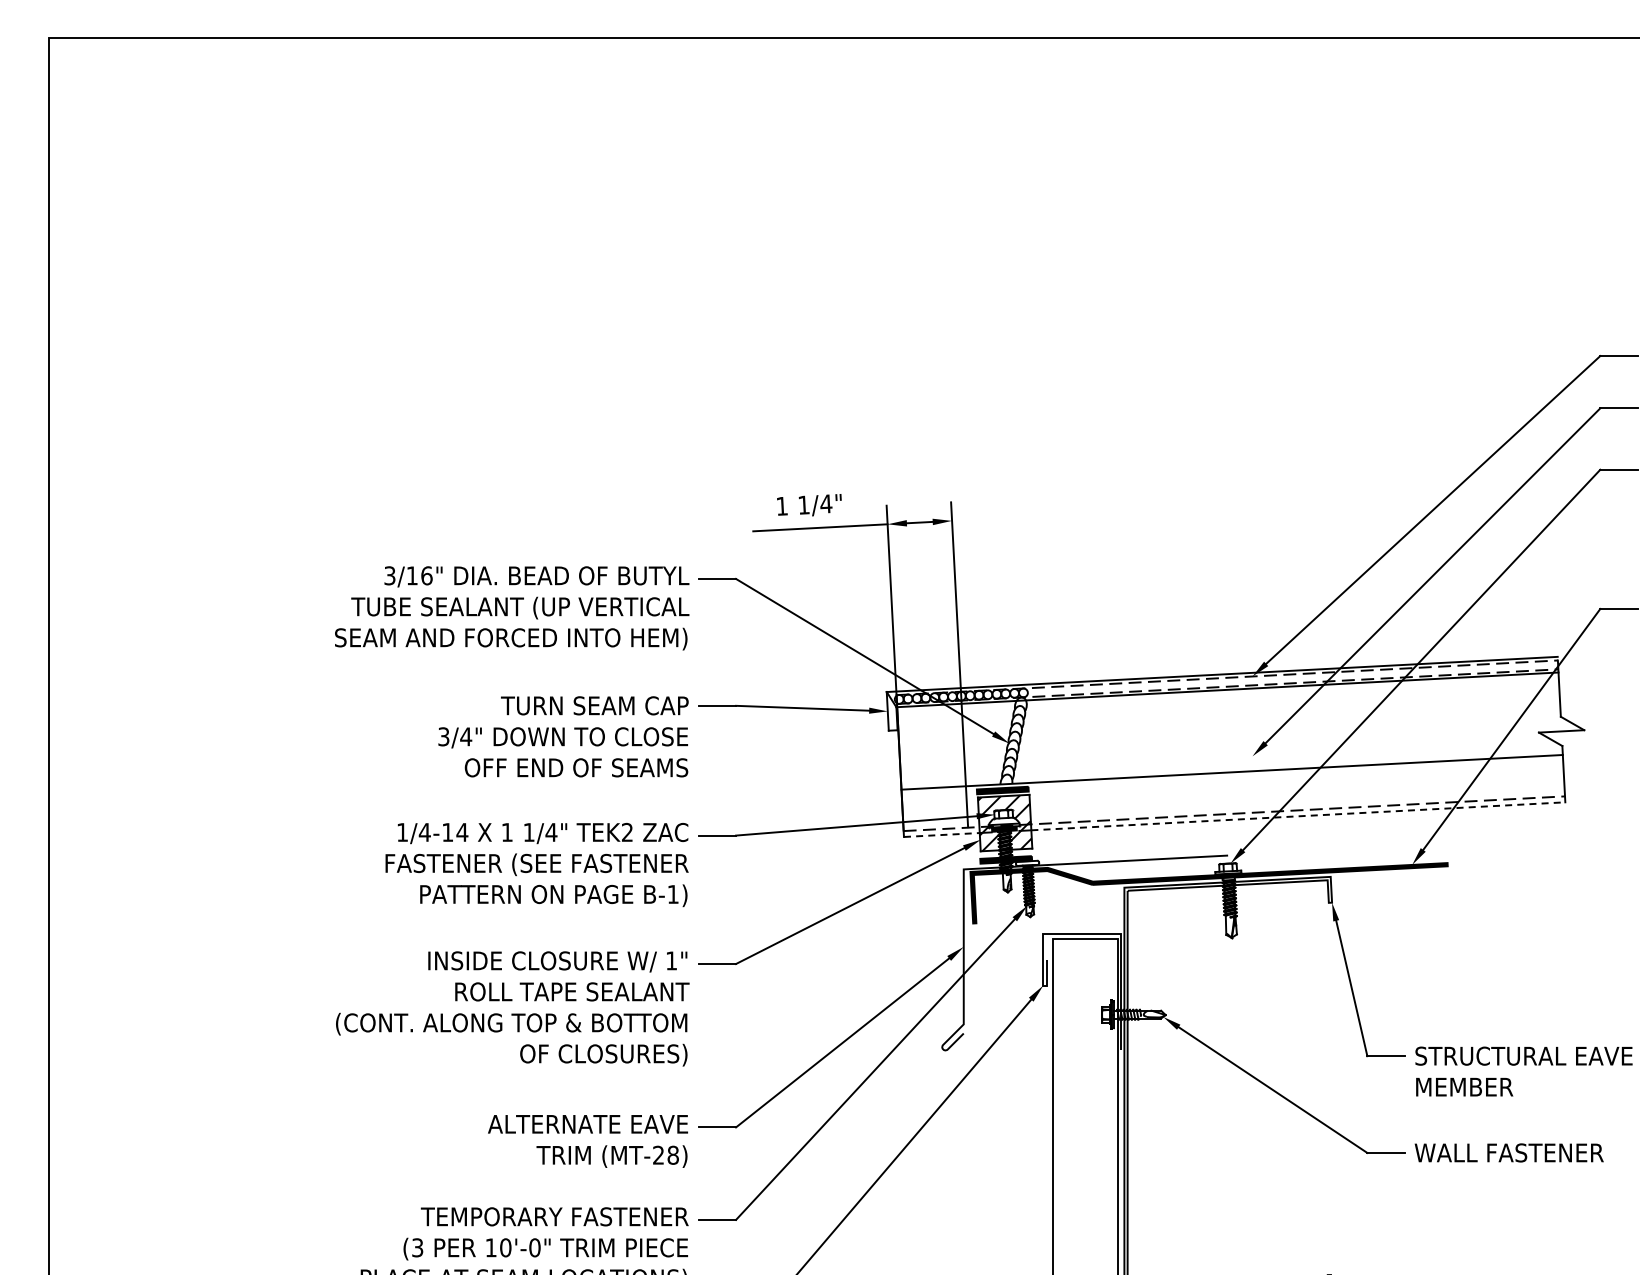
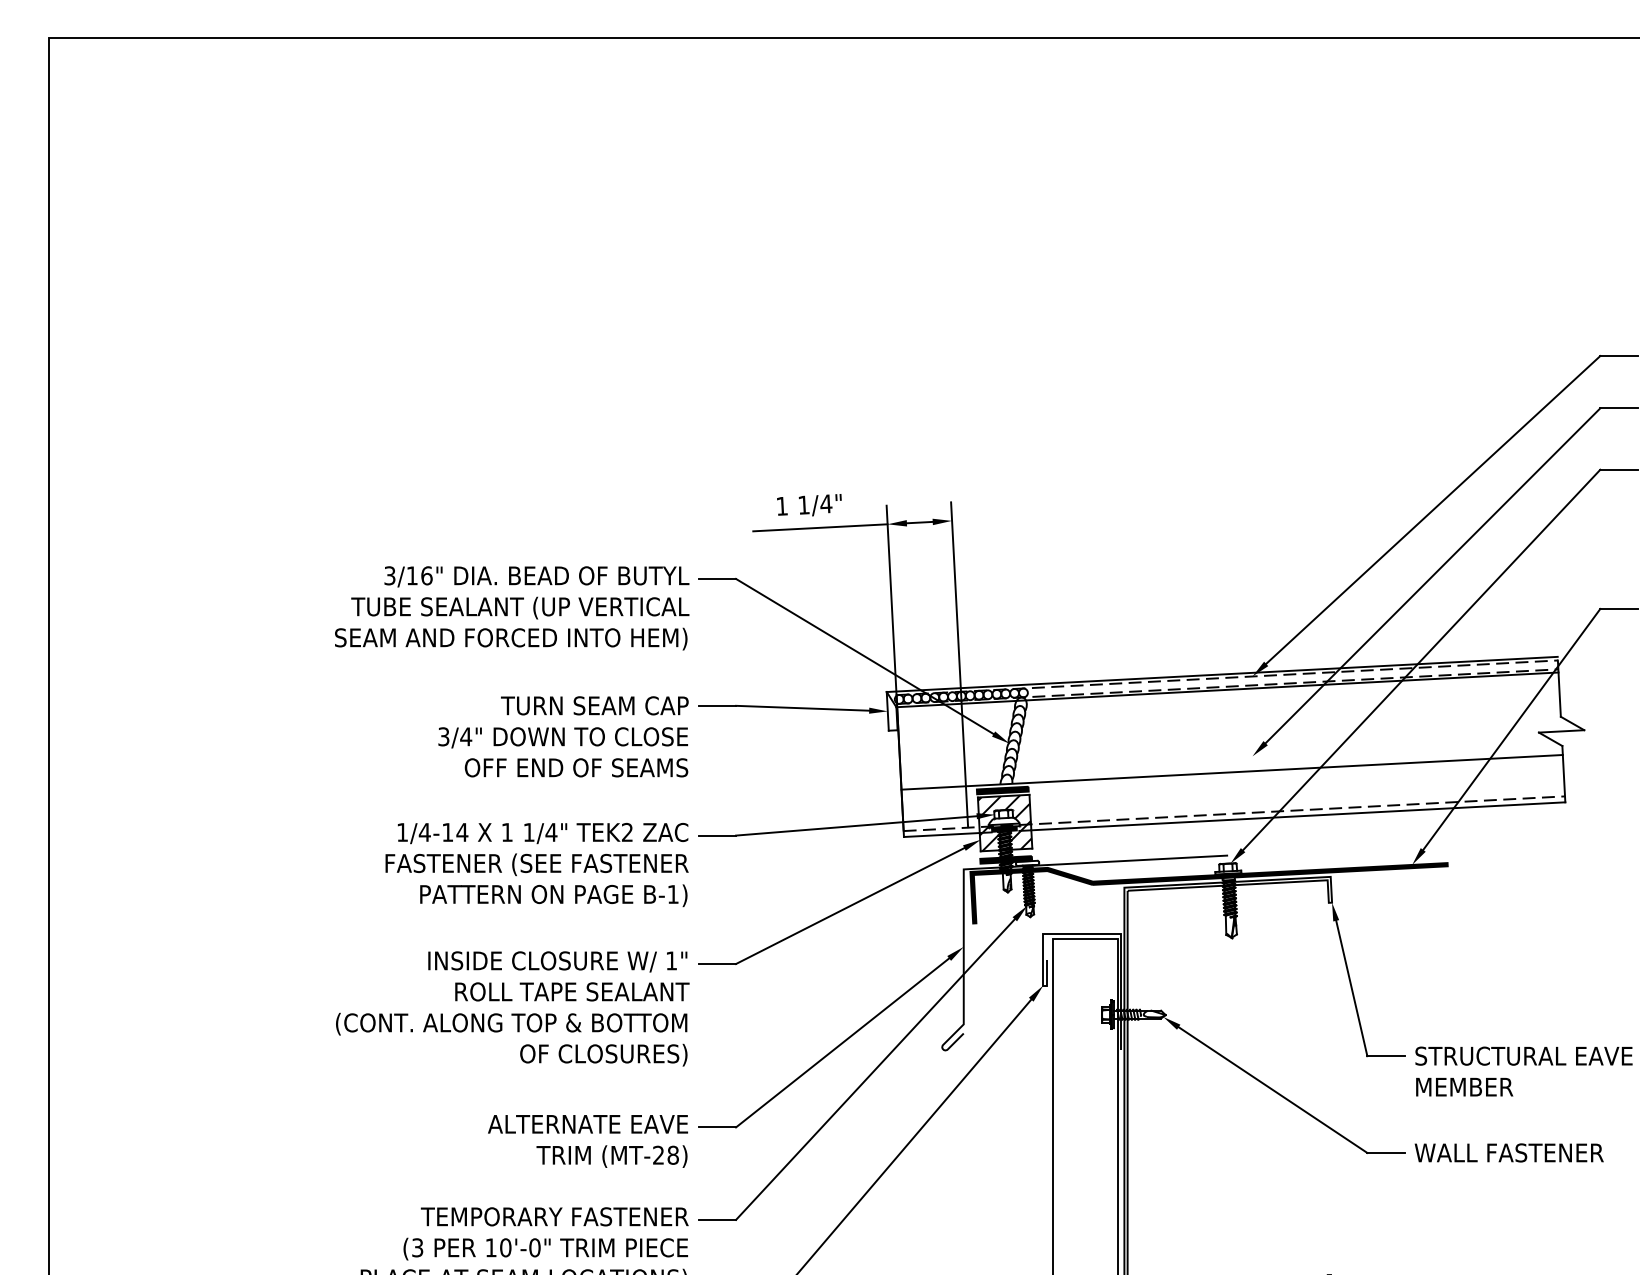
line at (1298, 816): dashed -> solid
line at (941, 835): dashed -> solid
